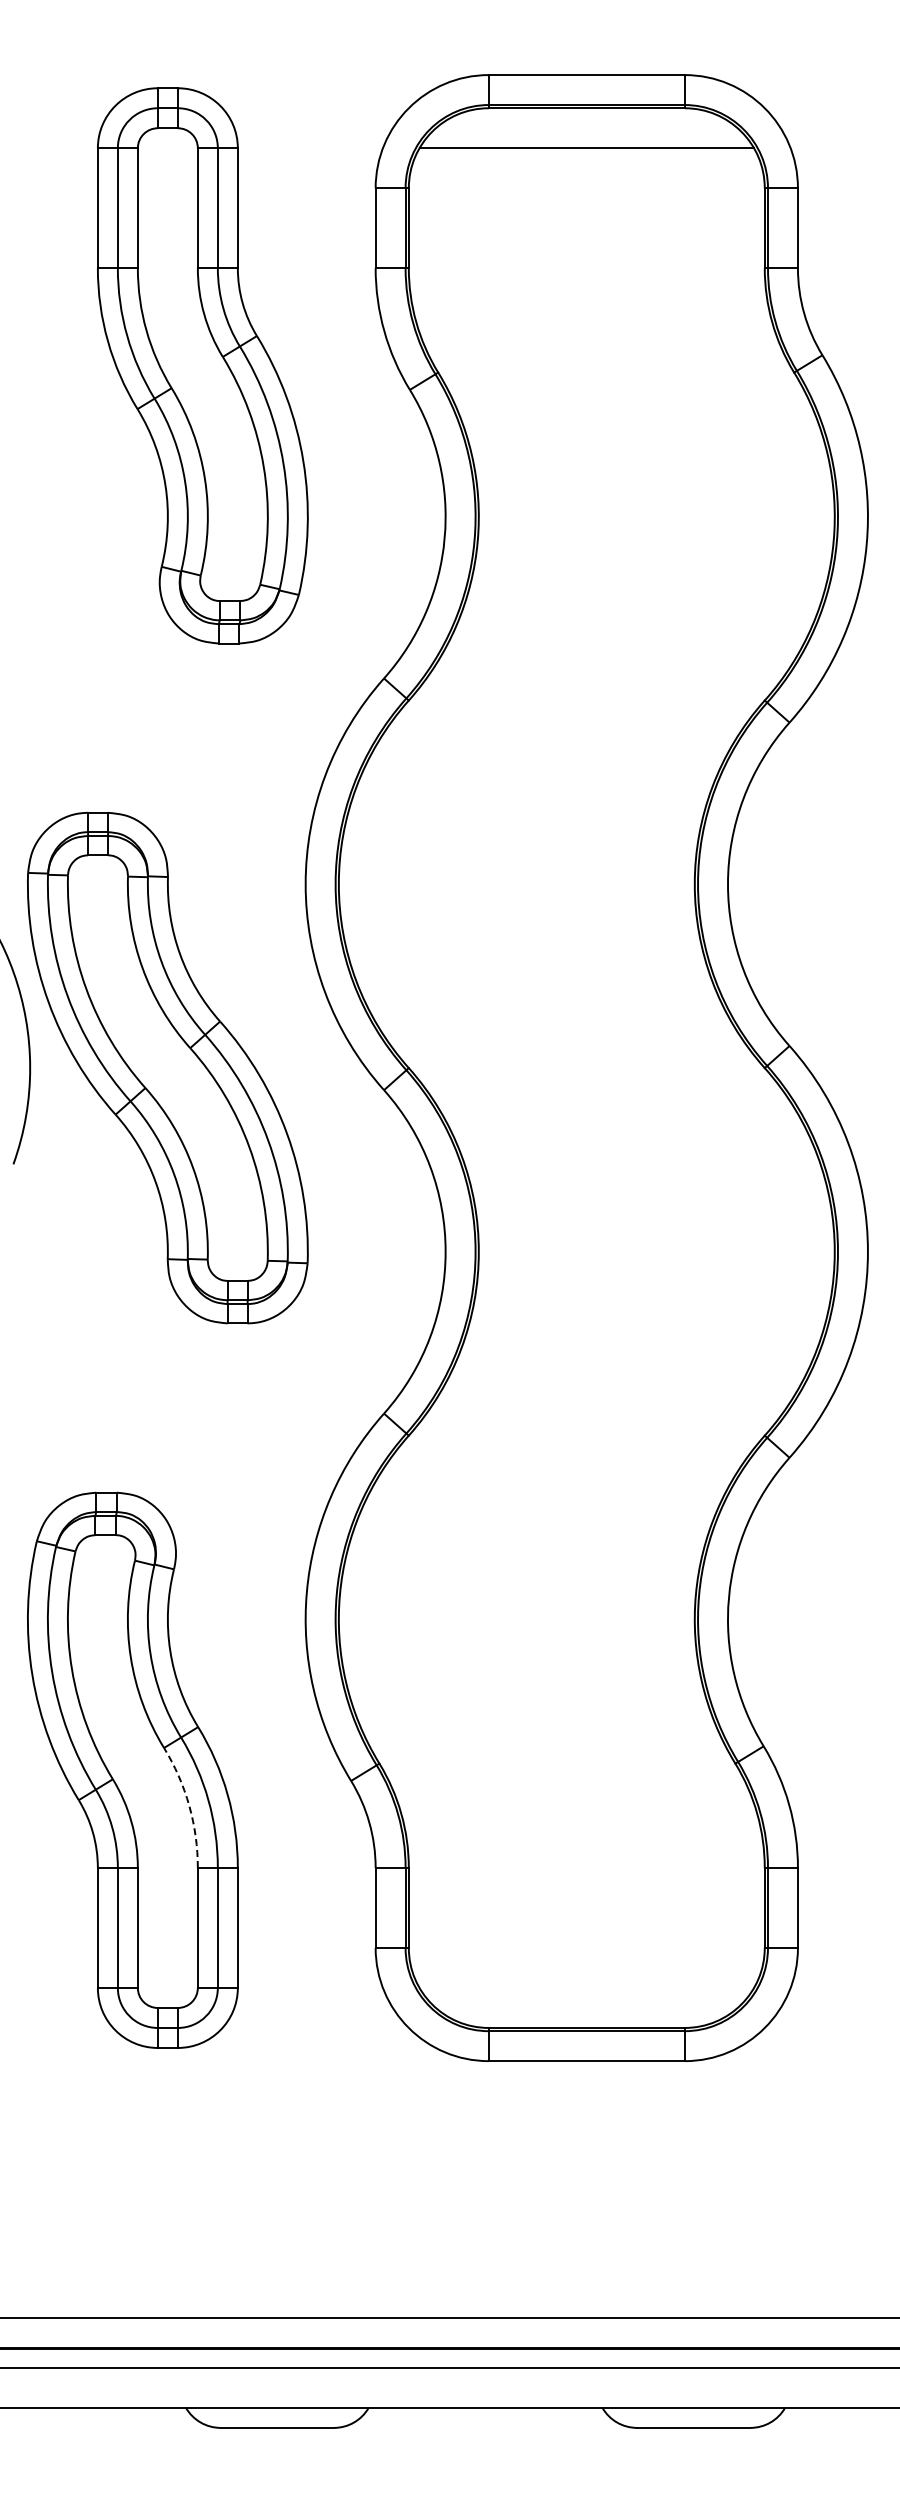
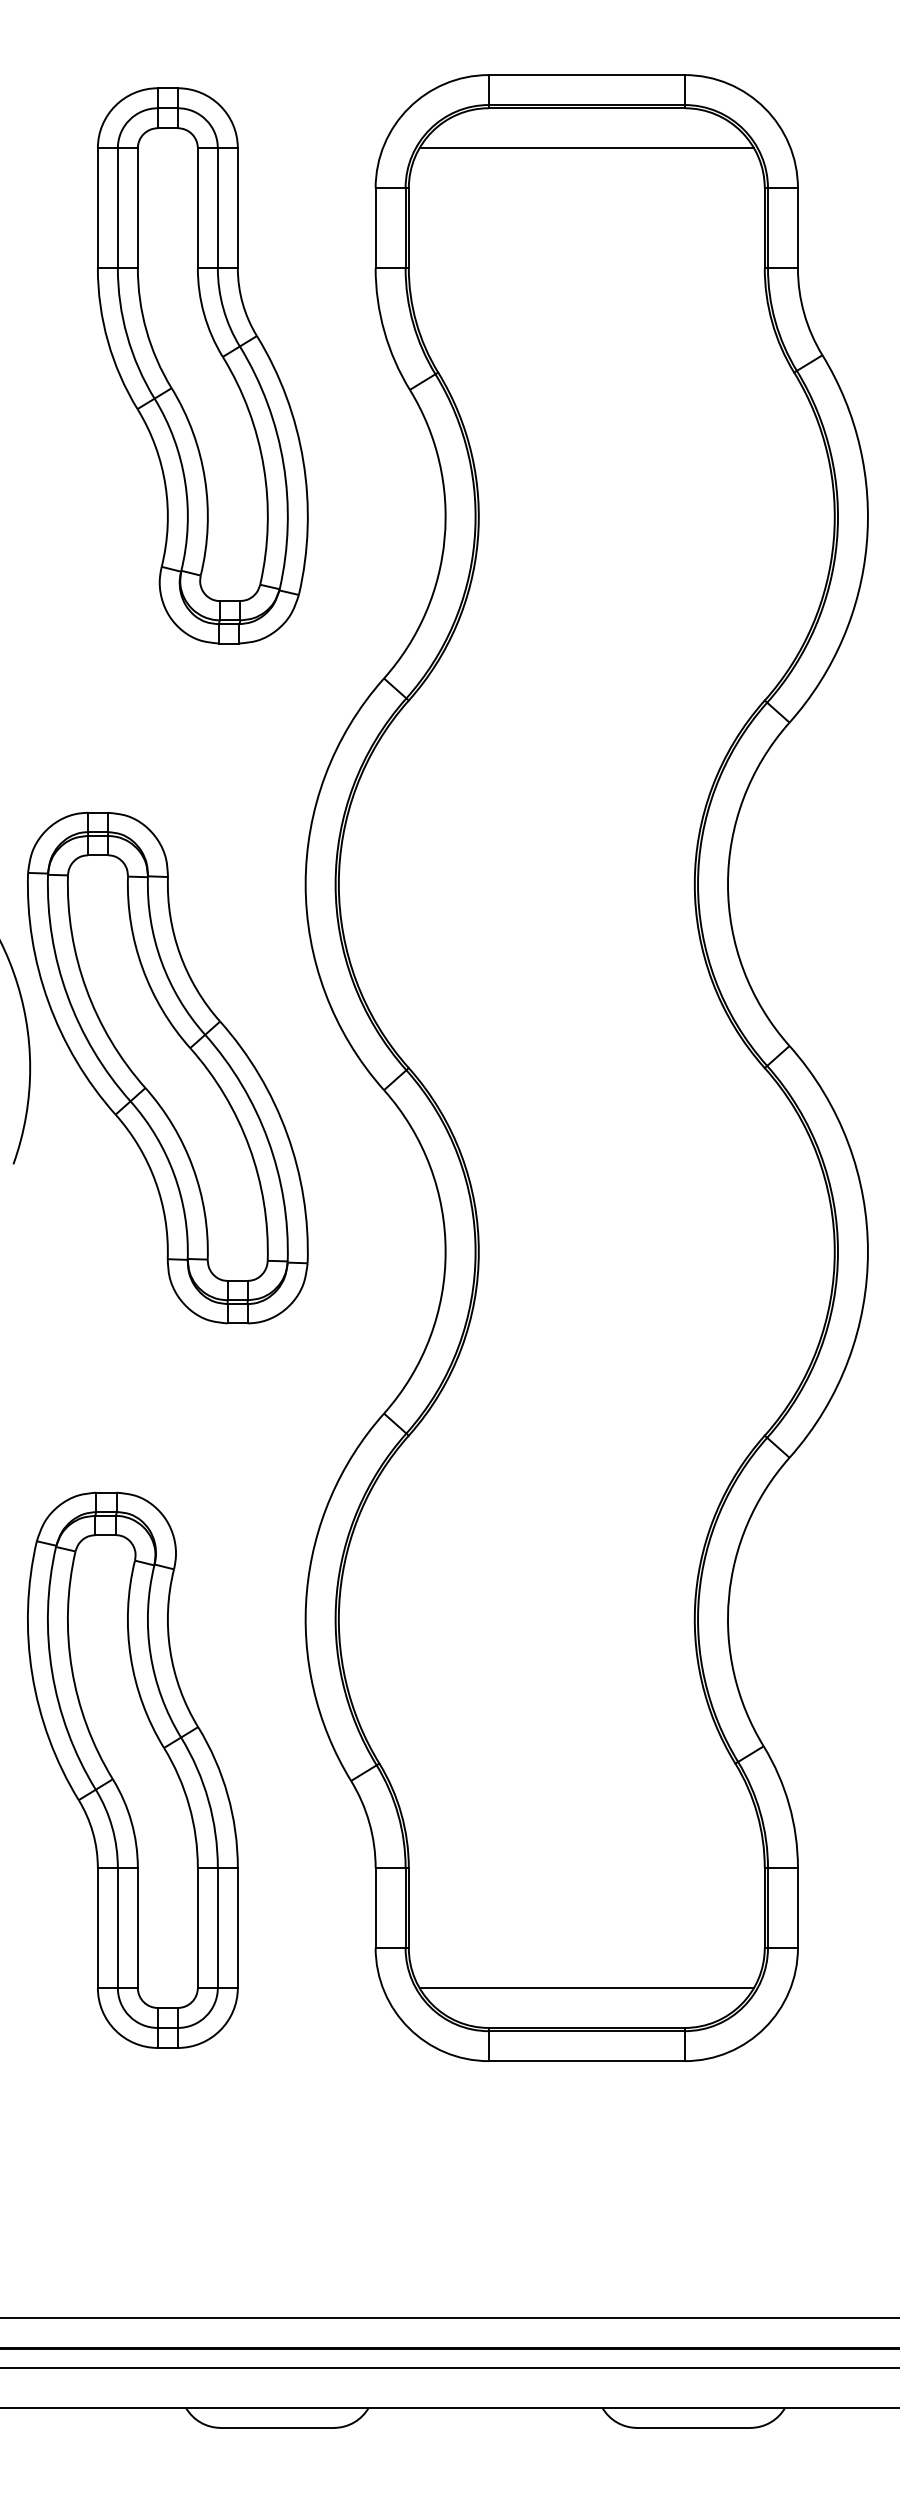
arc at (189, 1805): dashed -> solid
line at (586, 1987): none -> present
